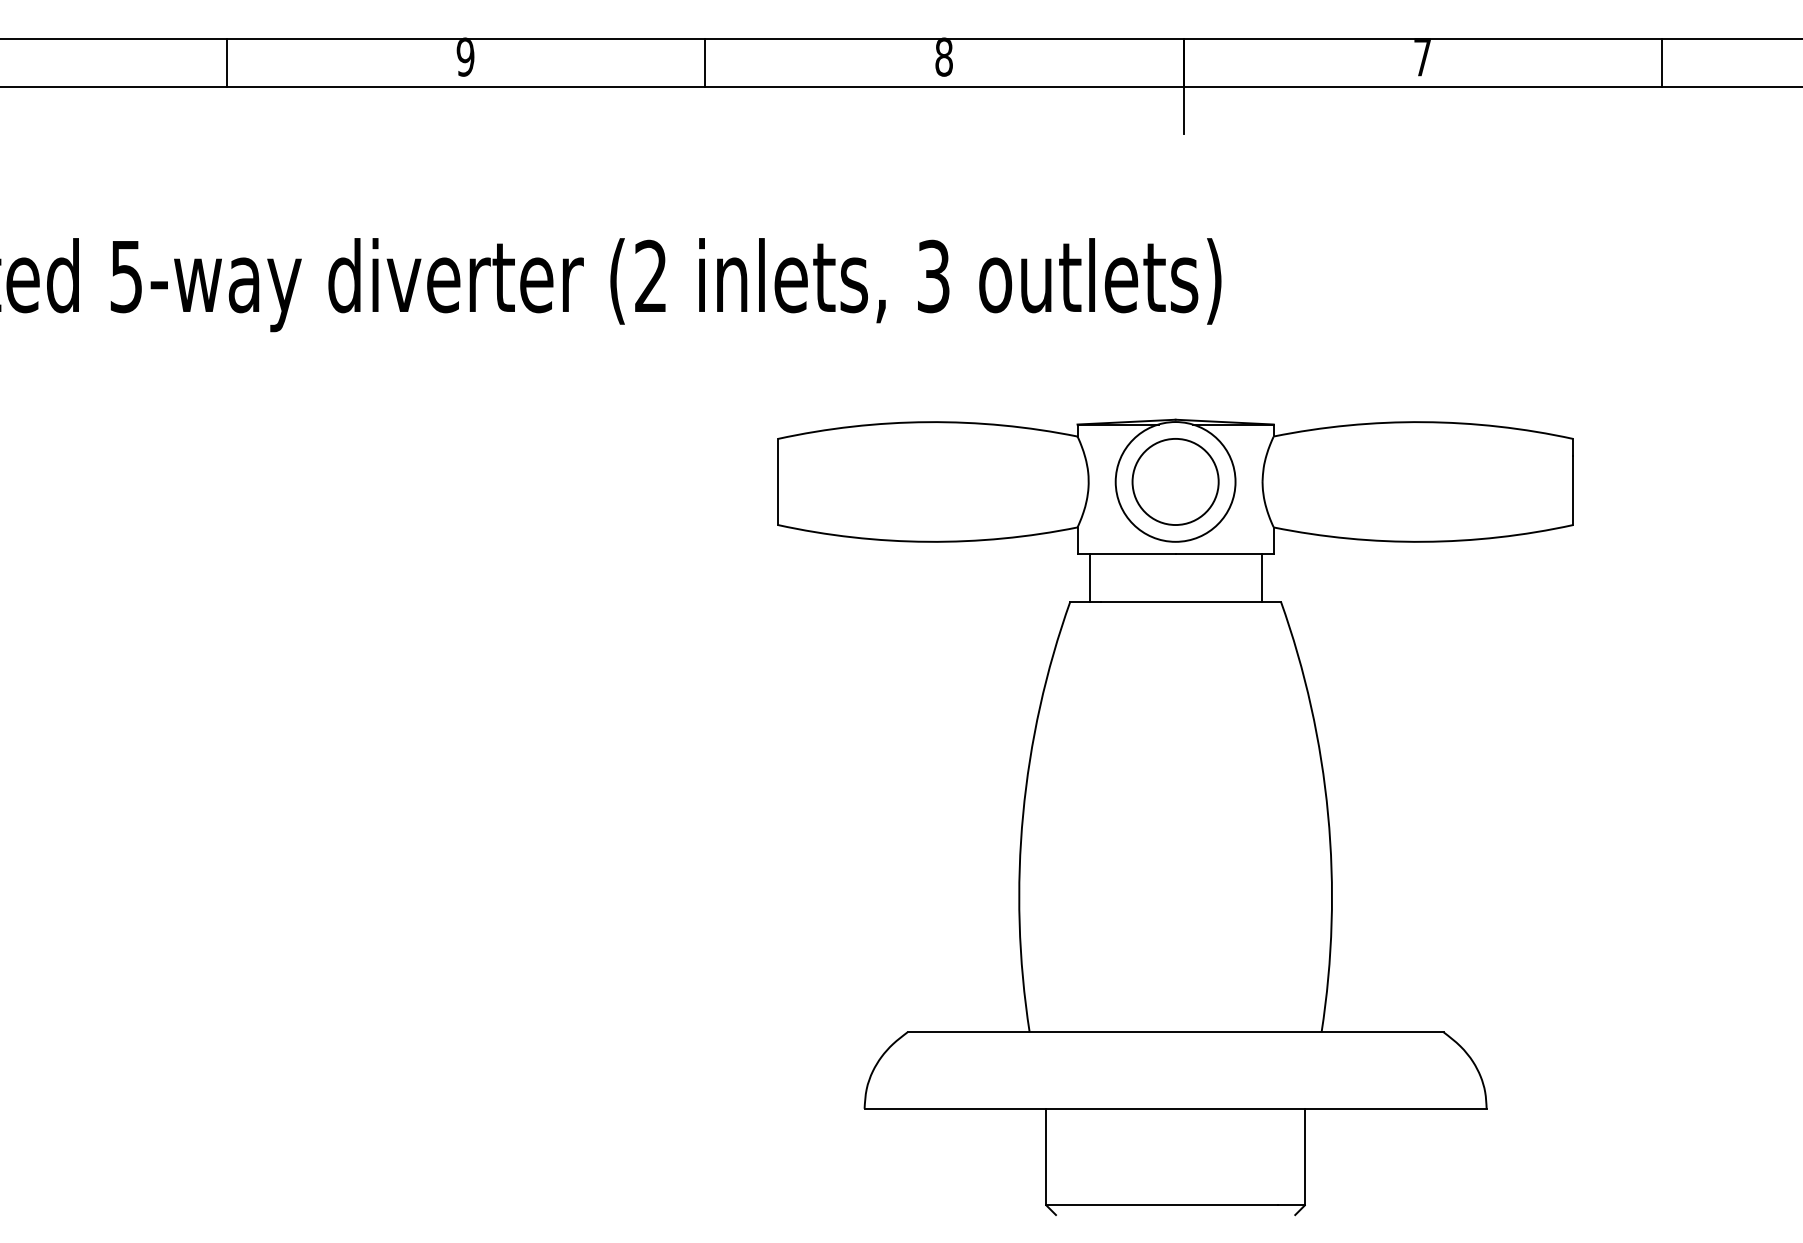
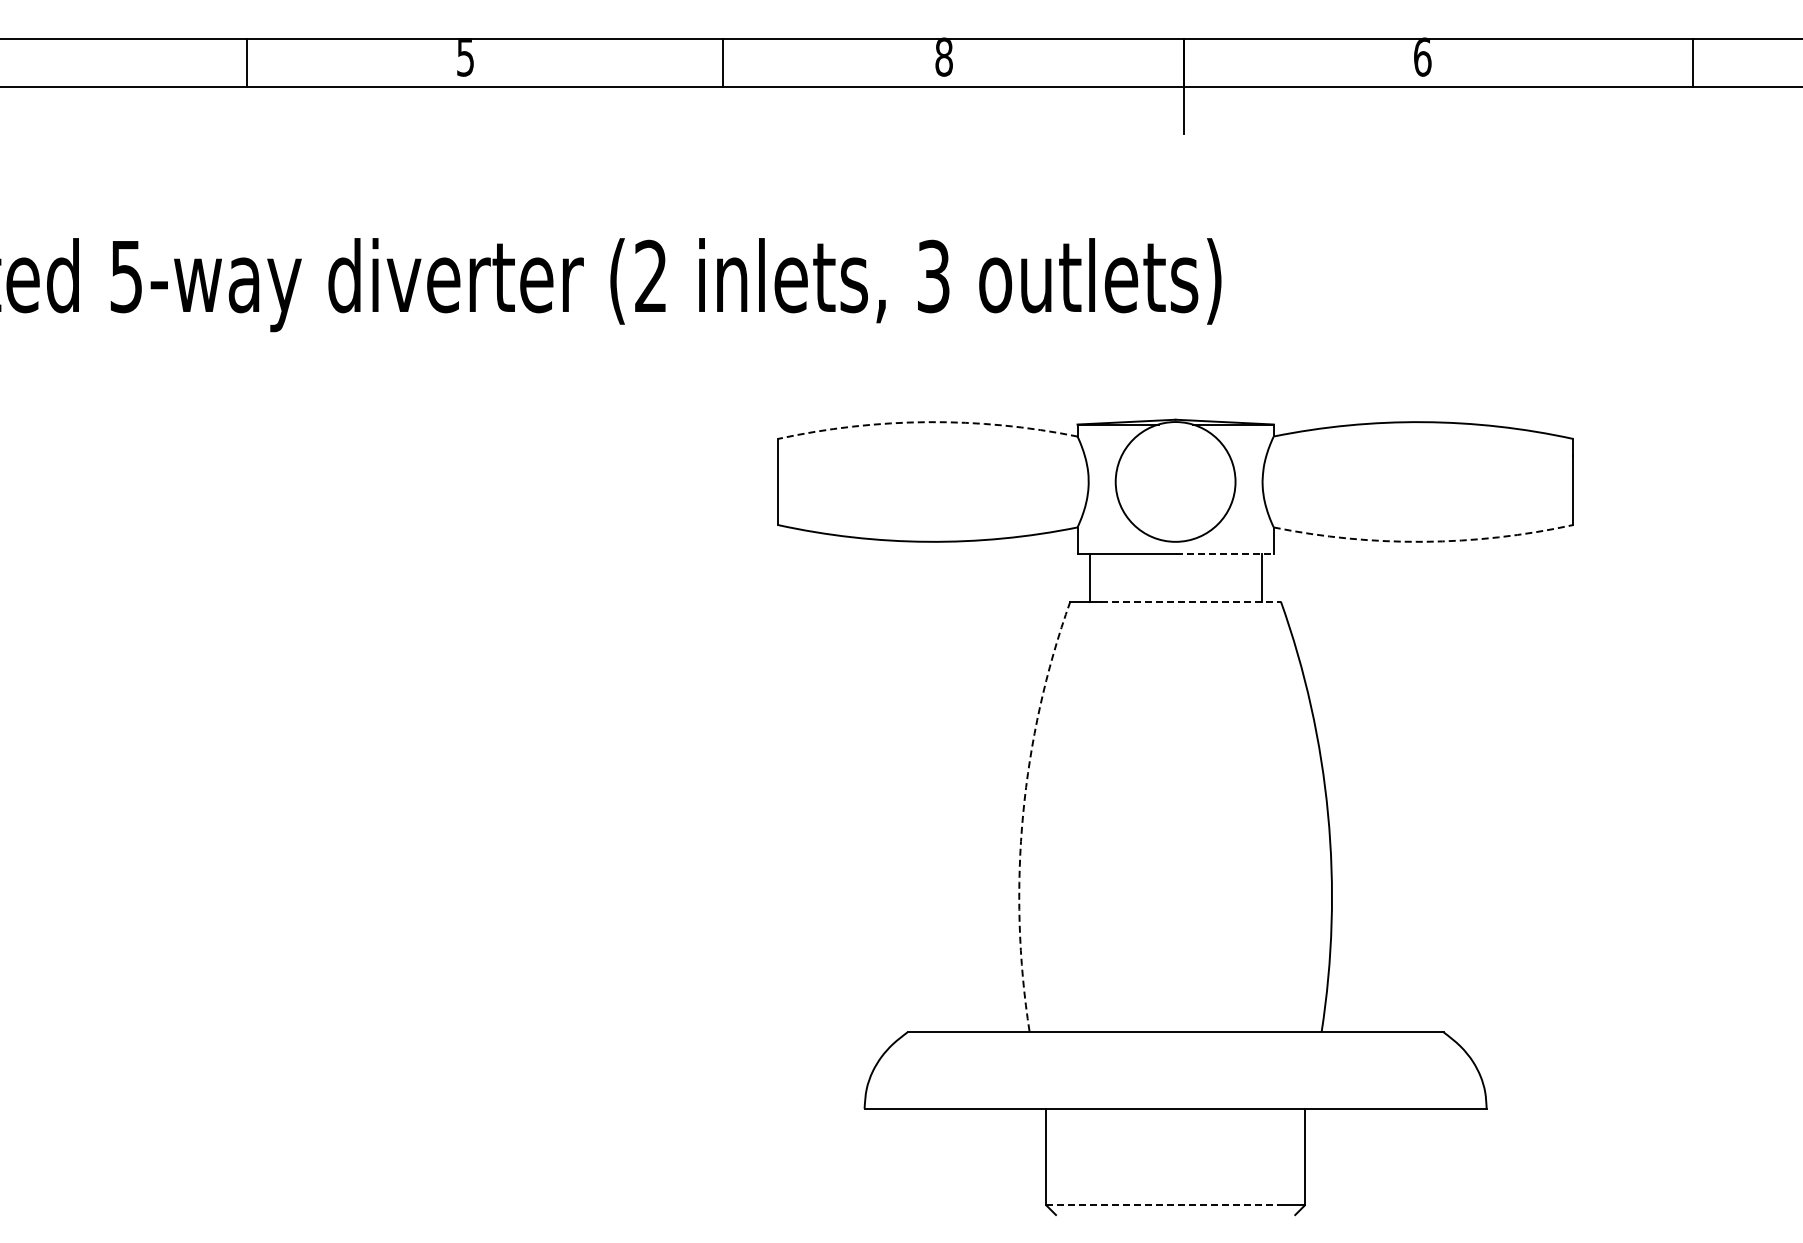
text at (465, 56): 9 -> 5
text at (1422, 56): 7 -> 6
line at (226, 62) position: (226, 62) -> (246, 62)
line at (705, 62) position: (705, 62) -> (723, 62)
line at (1662, 62) position: (1662, 62) -> (1693, 62)
arc at (927, 422): solid -> dashed
circle at (1175, 481): present -> none
arc at (1423, 541): solid -> dashed
line at (1225, 553): solid -> dashed
line at (1191, 601): solid -> dashed
arc at (1023, 814): solid -> dashed
line at (1162, 1205): solid -> dashed
